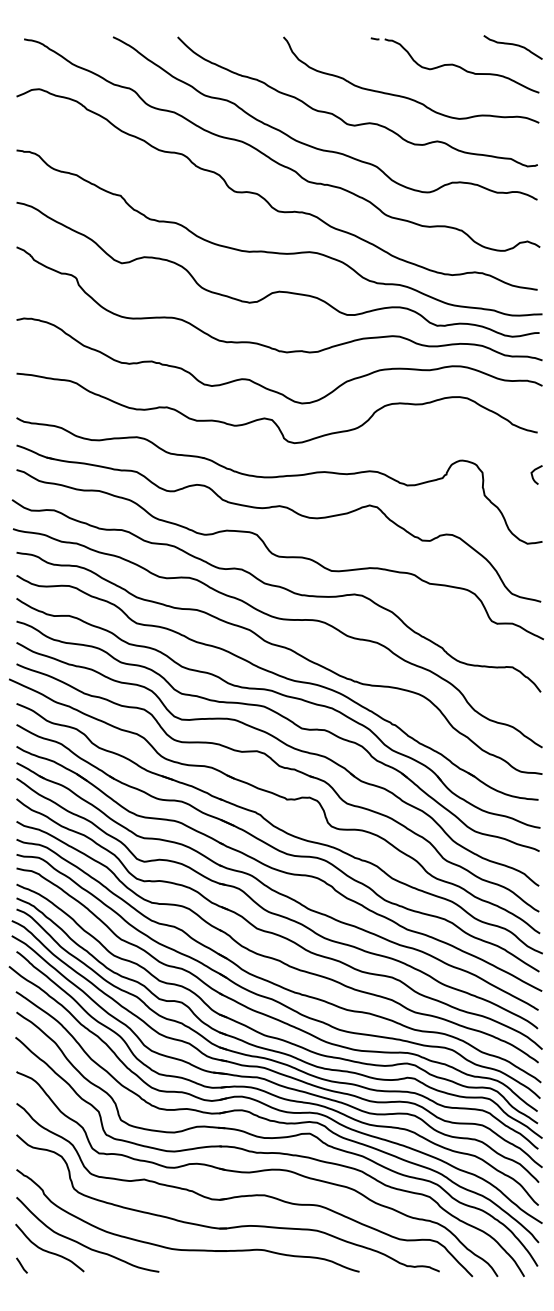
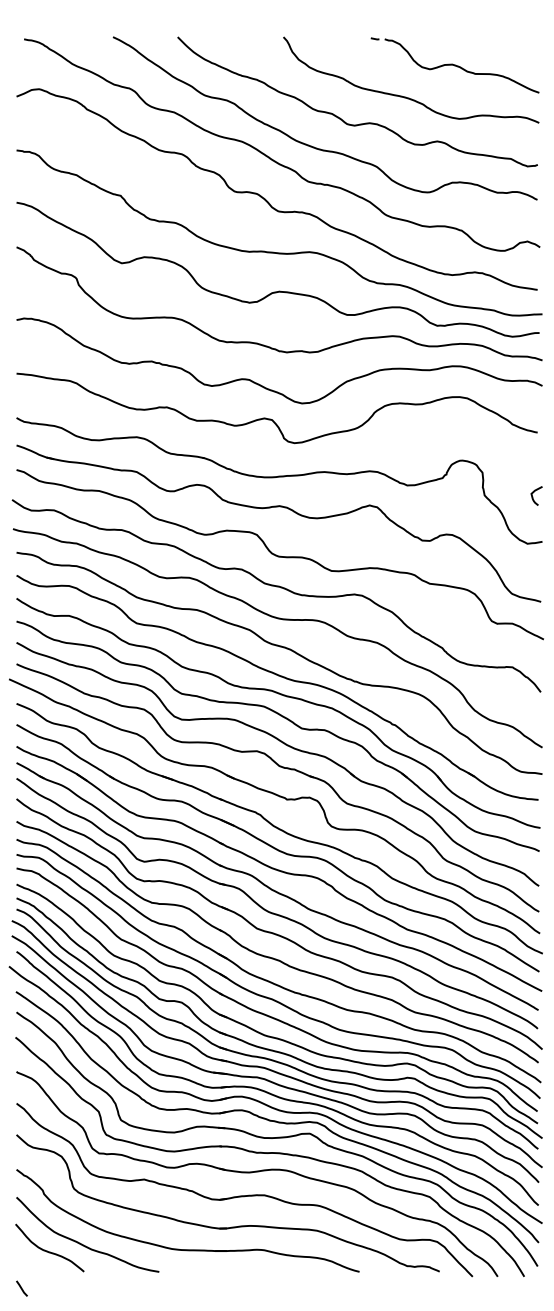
curve at (512, 45): present -> none
curve at (533, 475) position: (533, 475) -> (533, 496)
line at (21, 1265) position: (21, 1265) -> (21, 1288)
